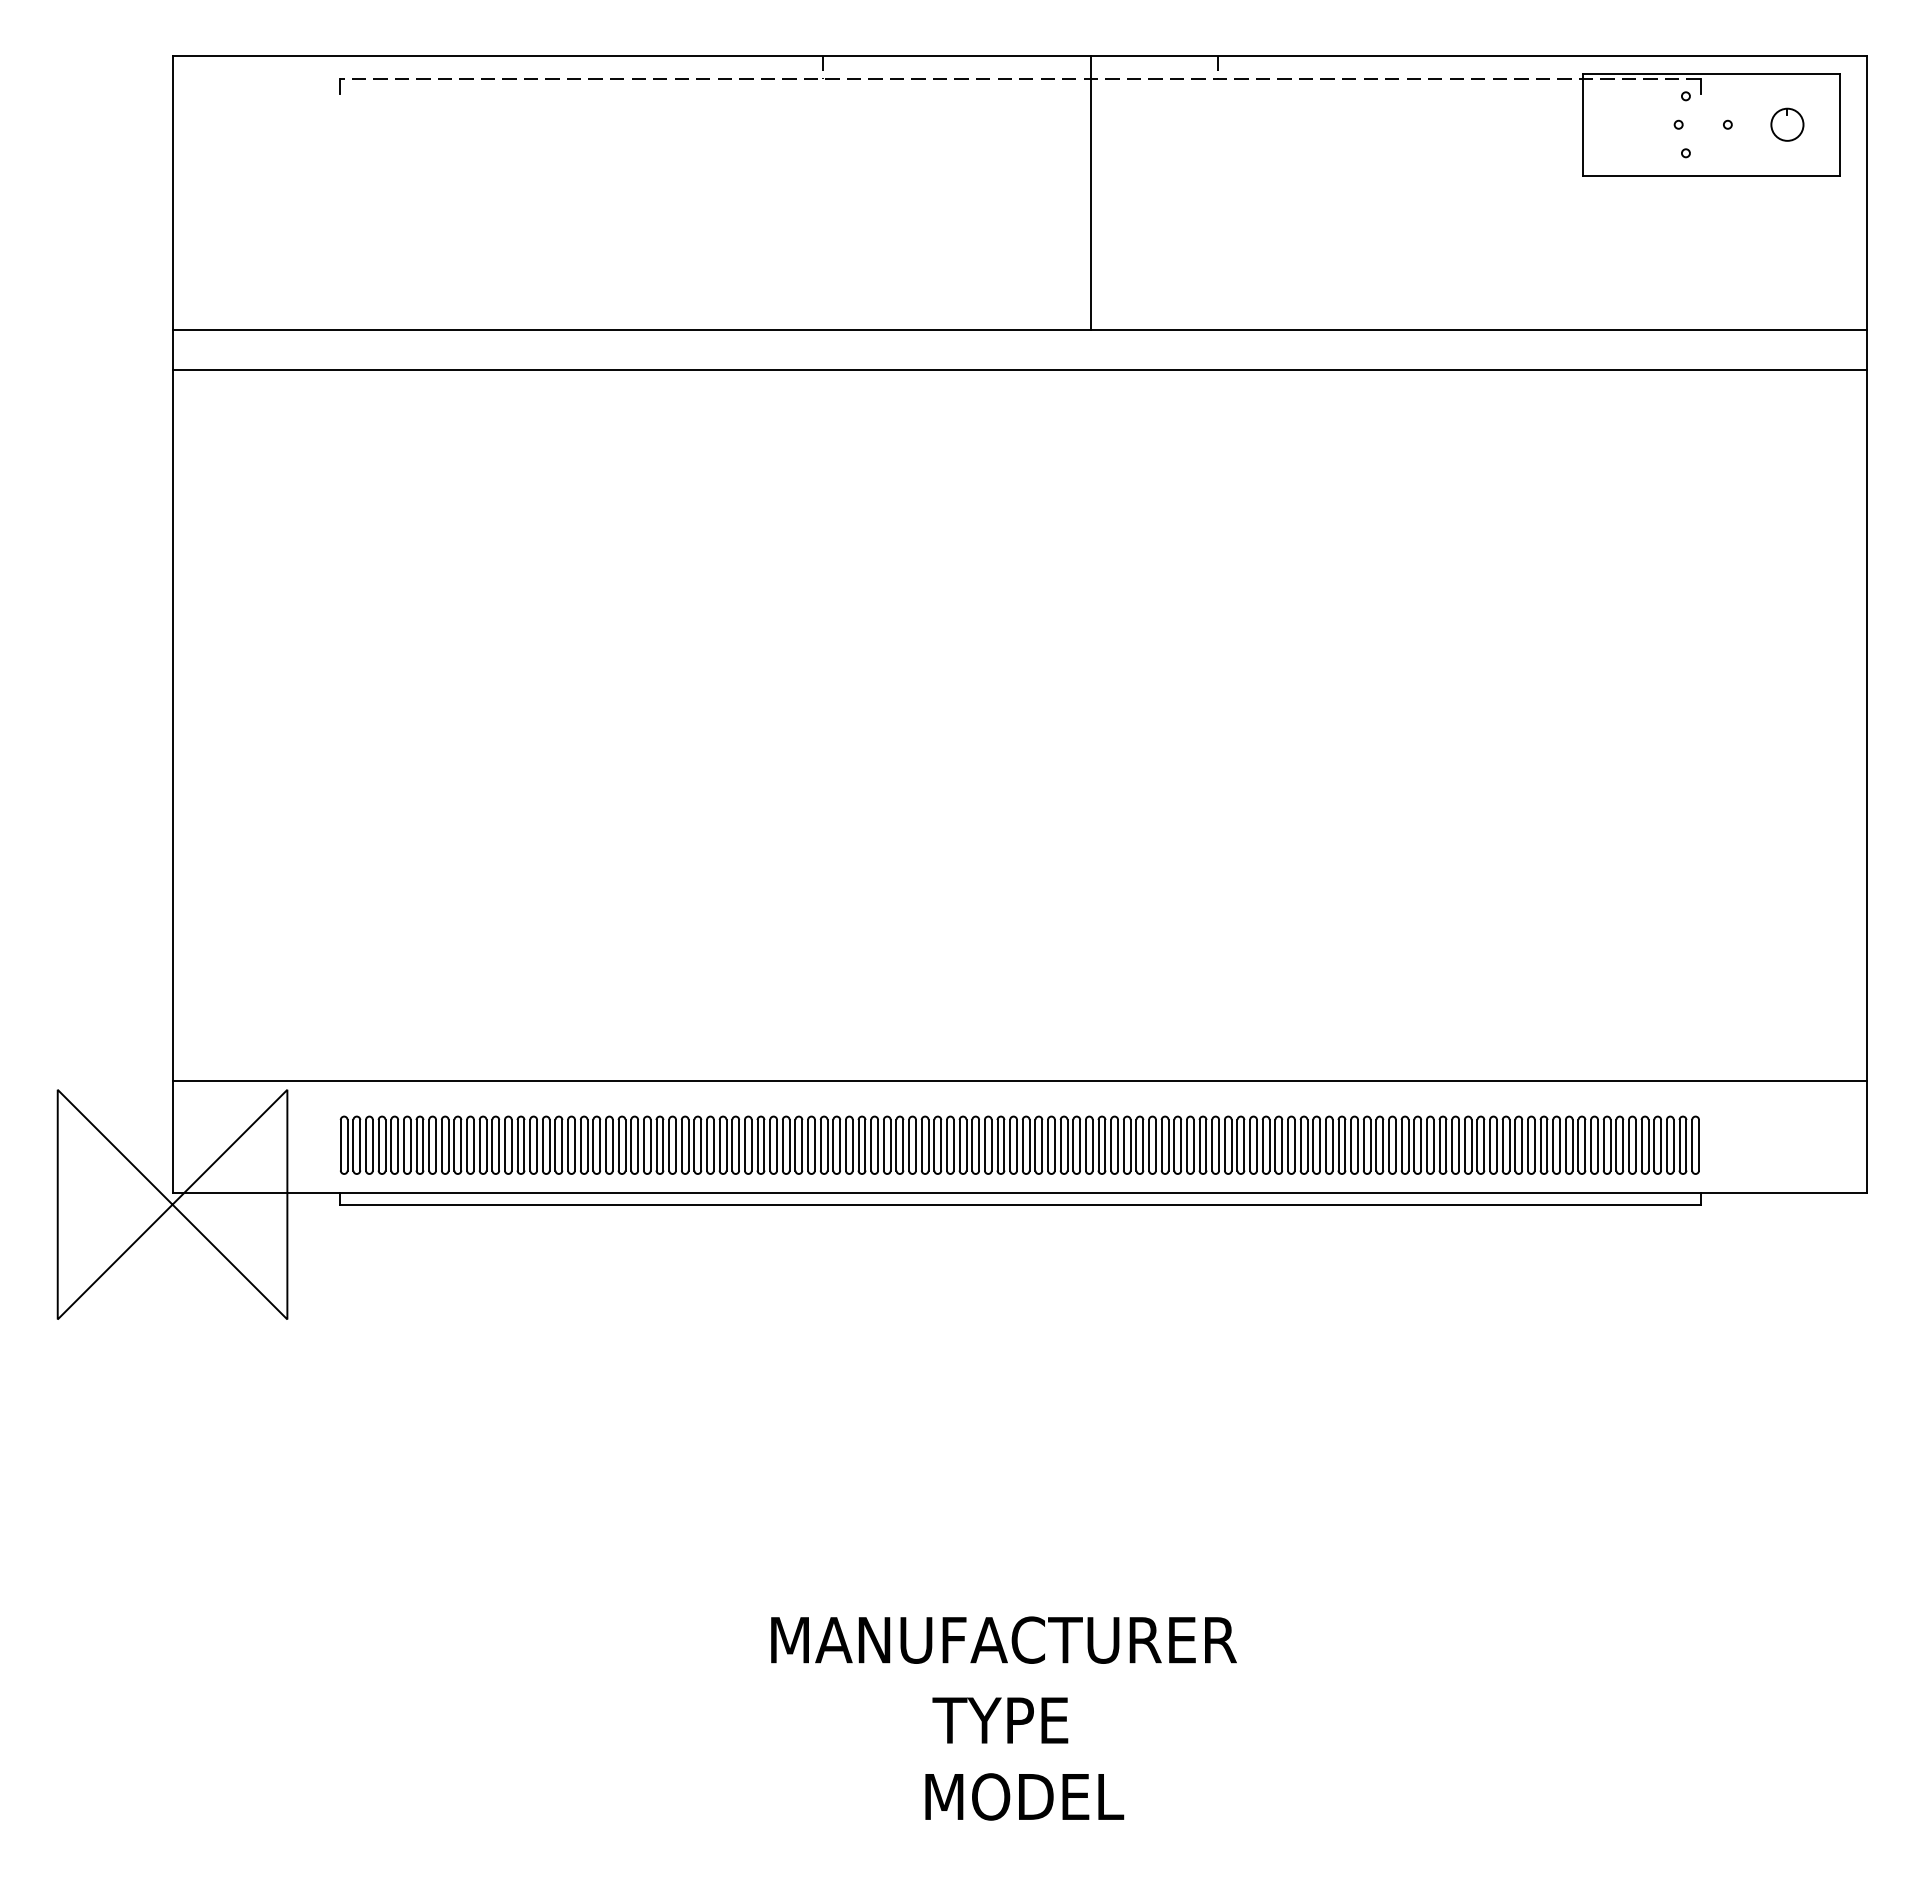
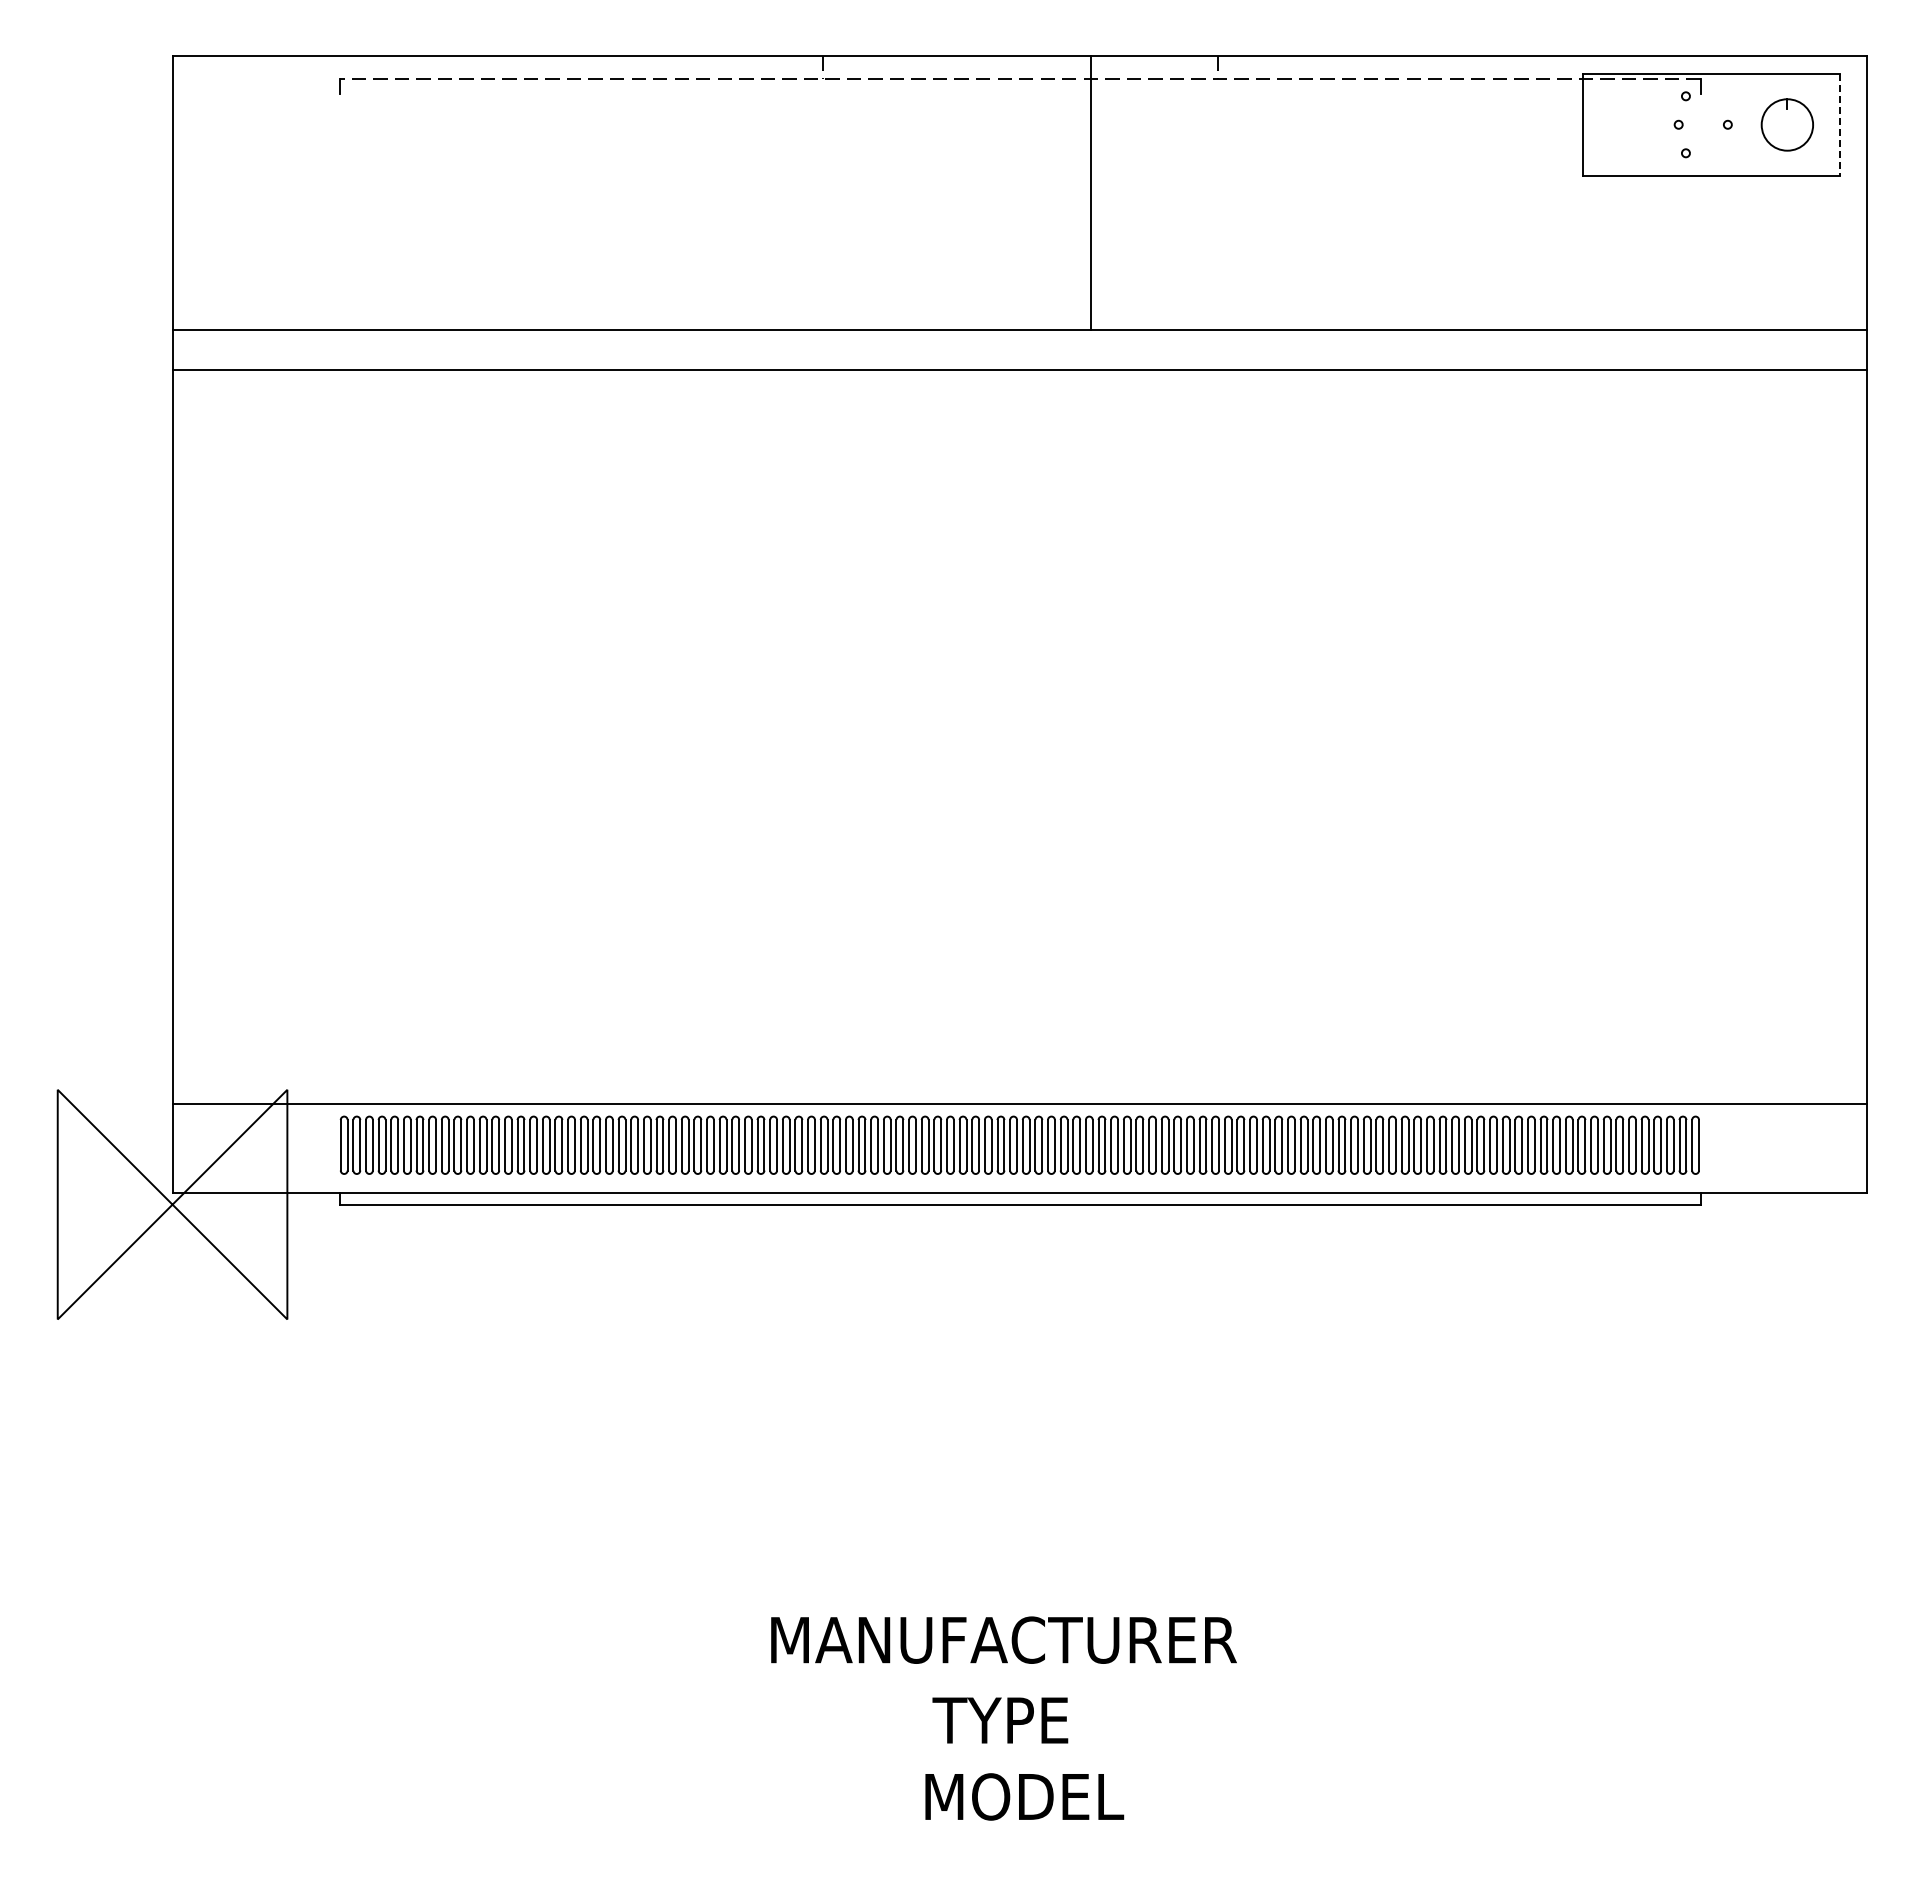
part at (1787, 124) size: 35x35 px -> 54x54 px
line at (1839, 125): solid -> dashed
line at (1019, 1081) position: (1019, 1081) -> (1019, 1104)
